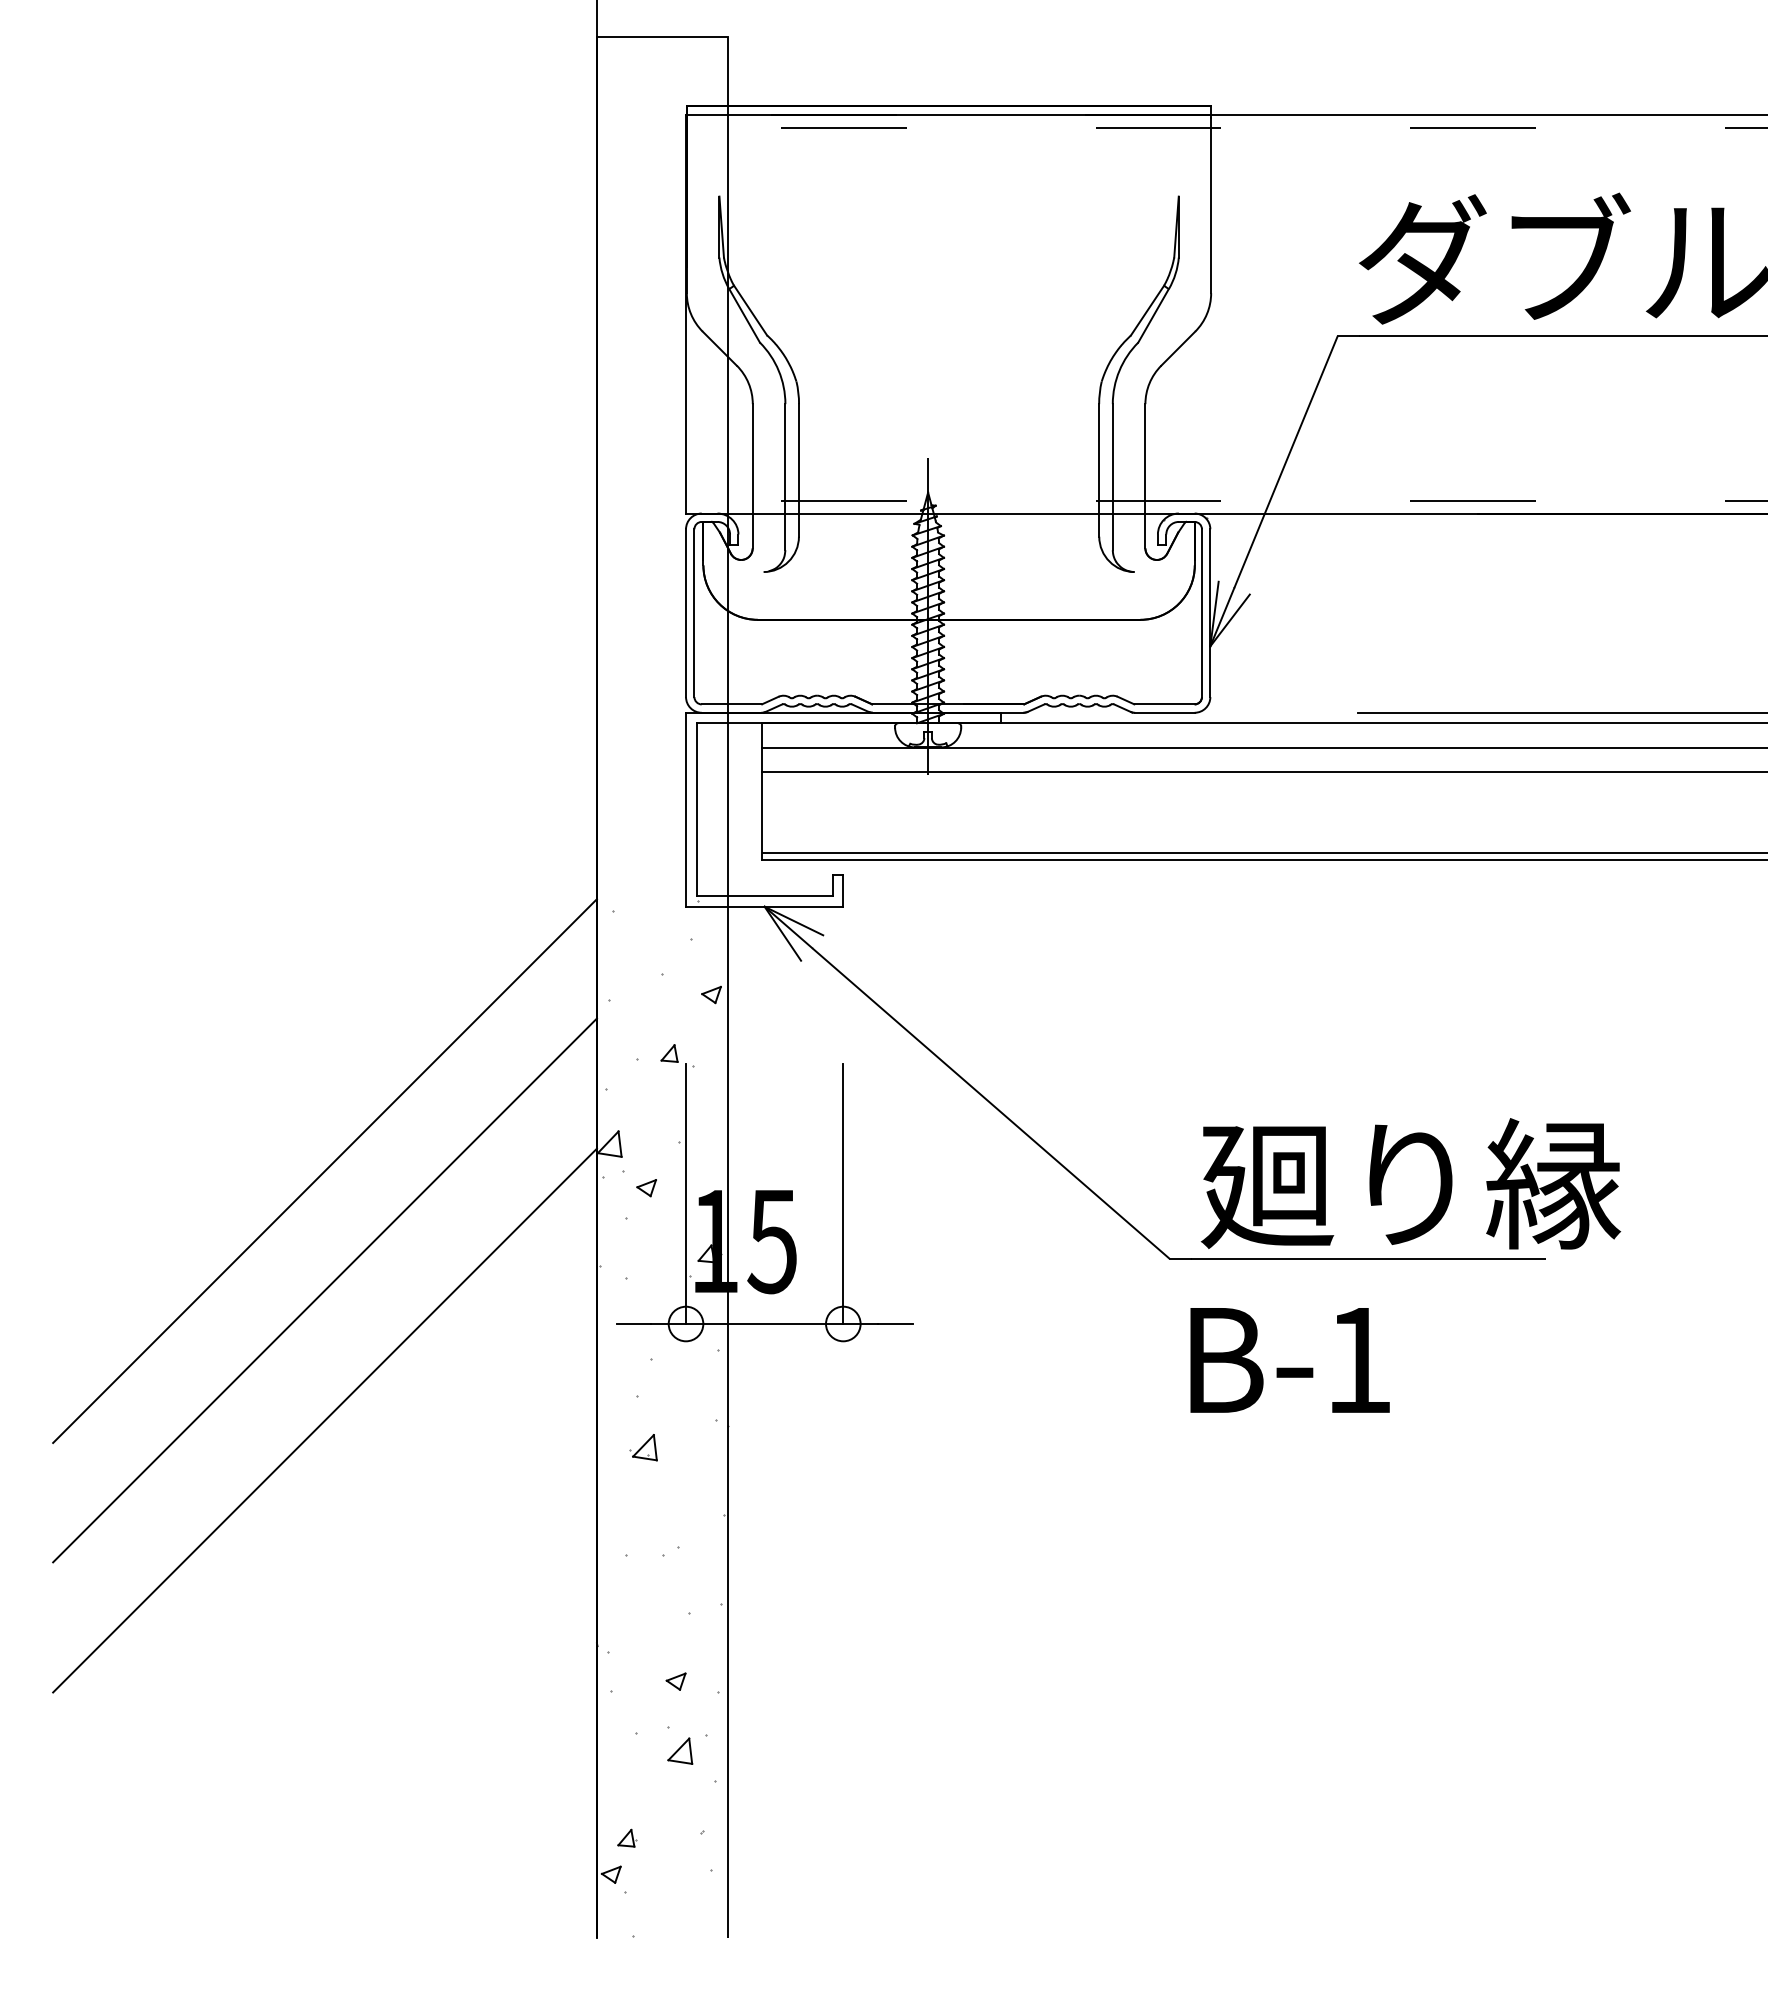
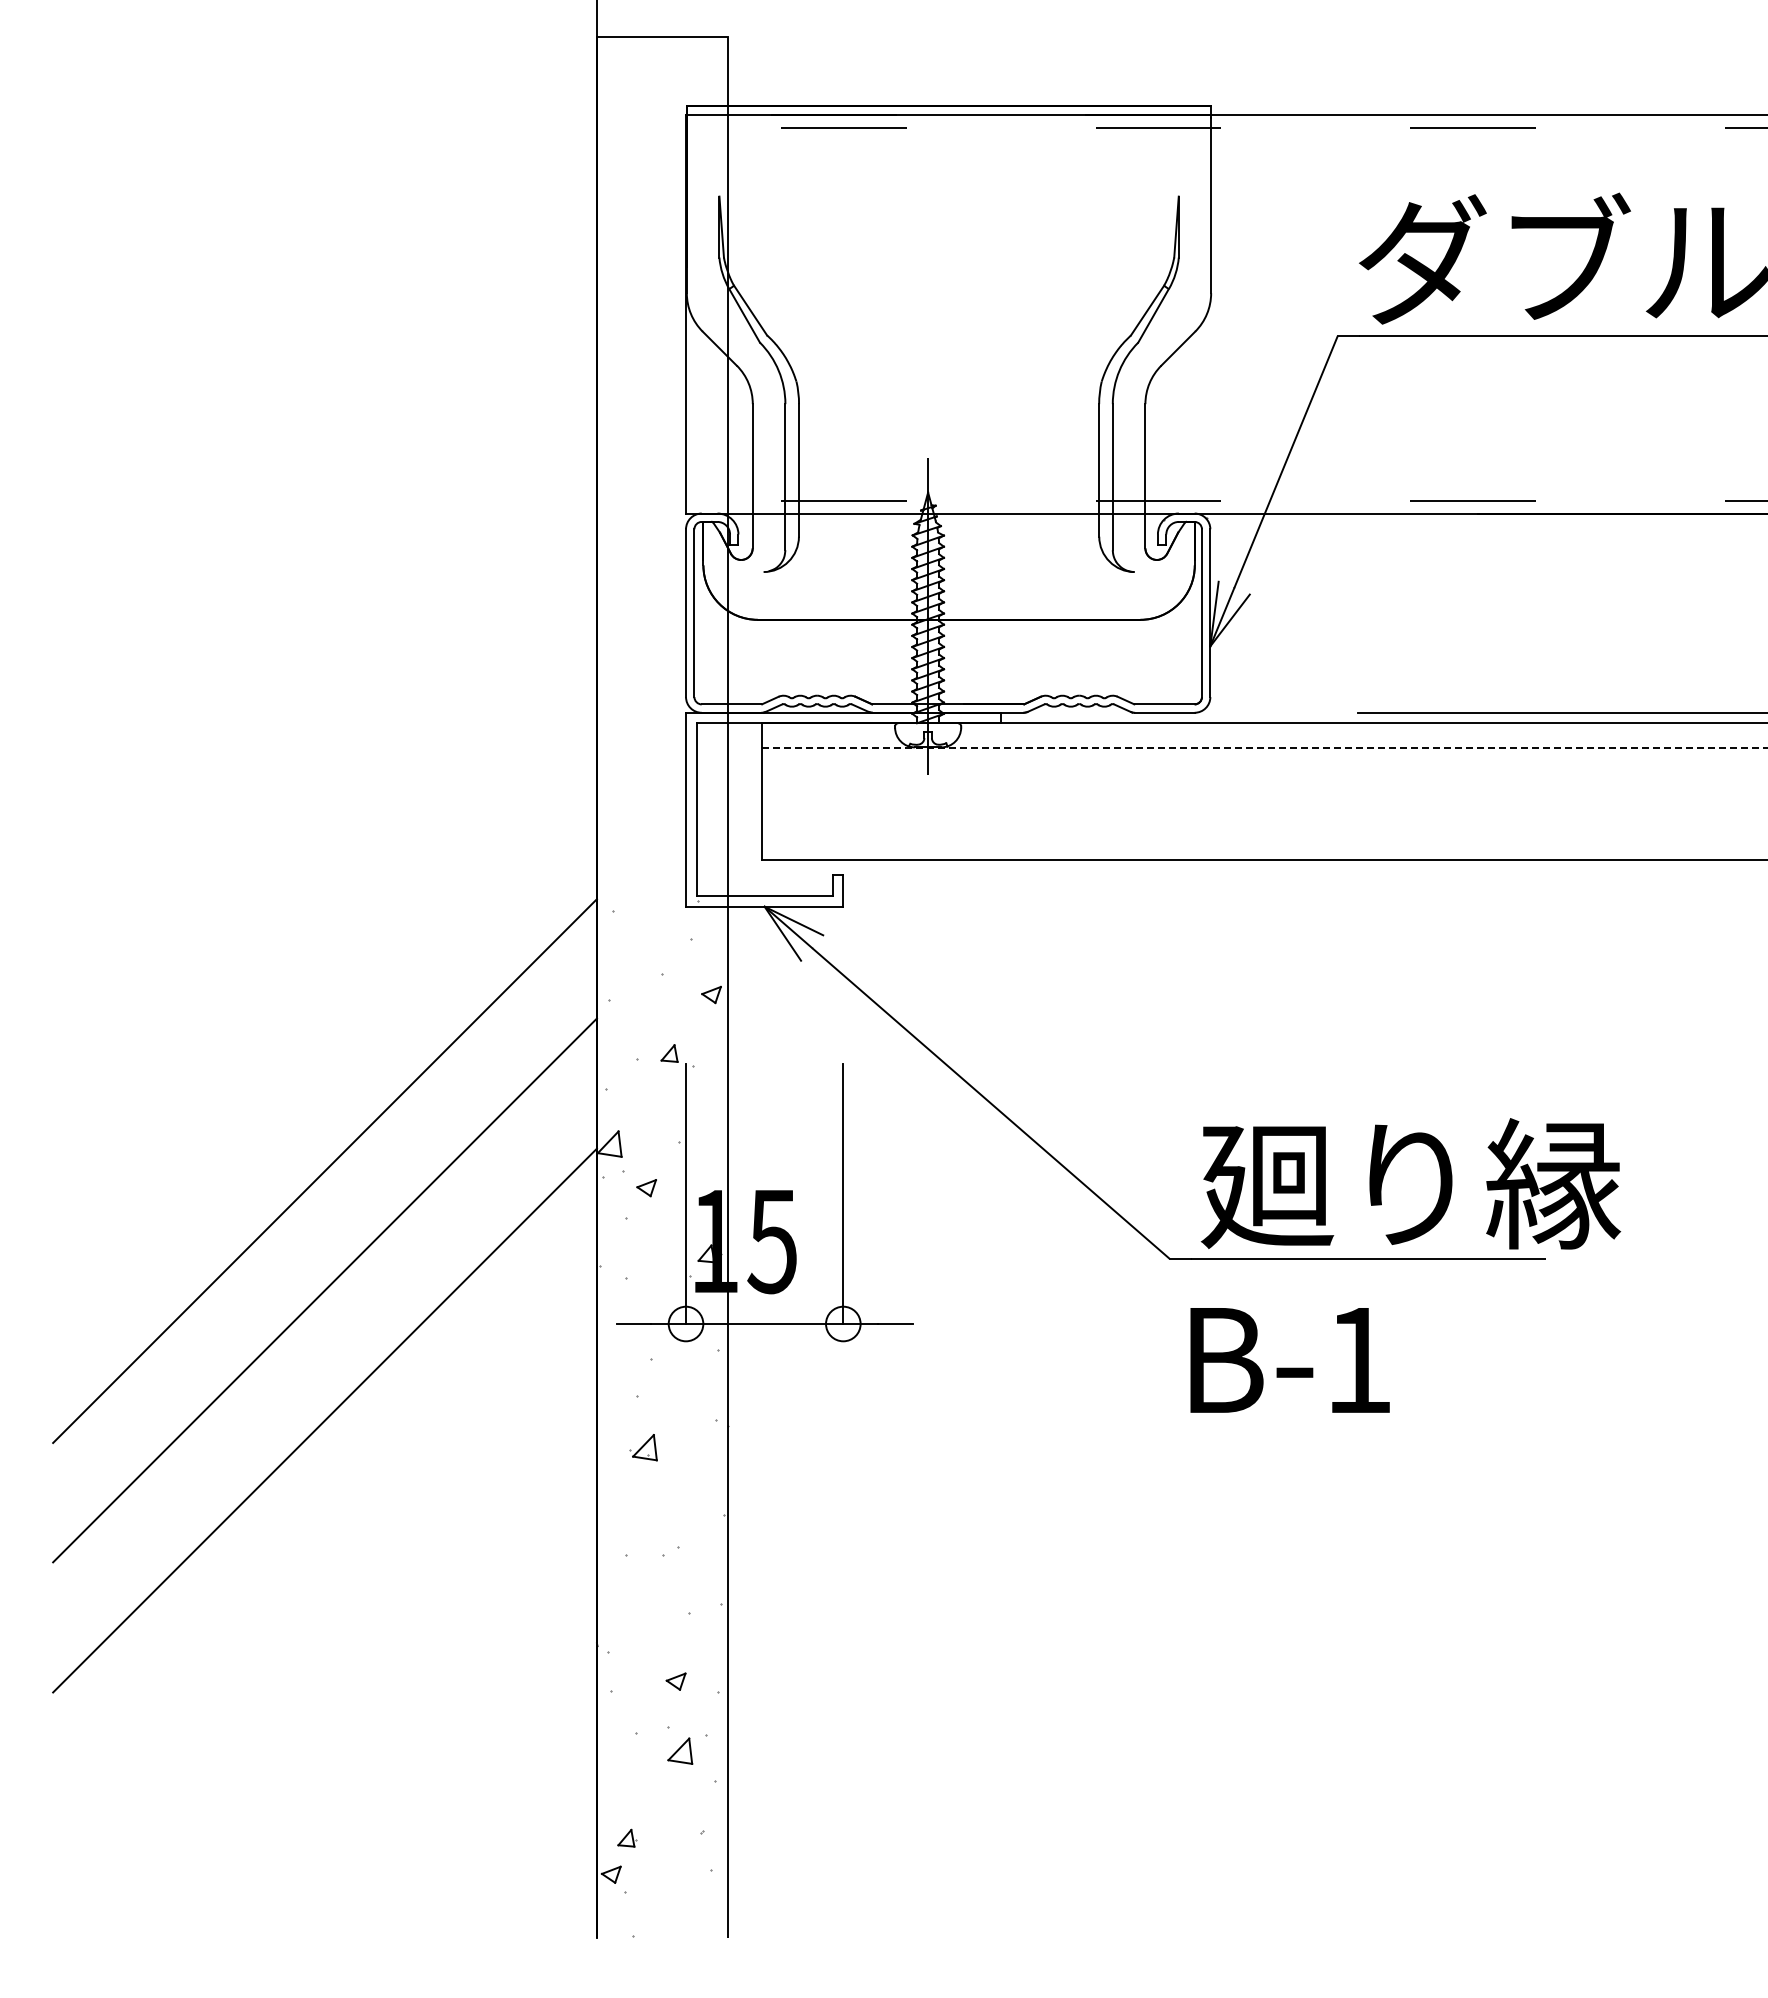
line at (1265, 748): solid -> dashed
line at (1263, 771): present -> none
line at (1263, 853): present -> none
